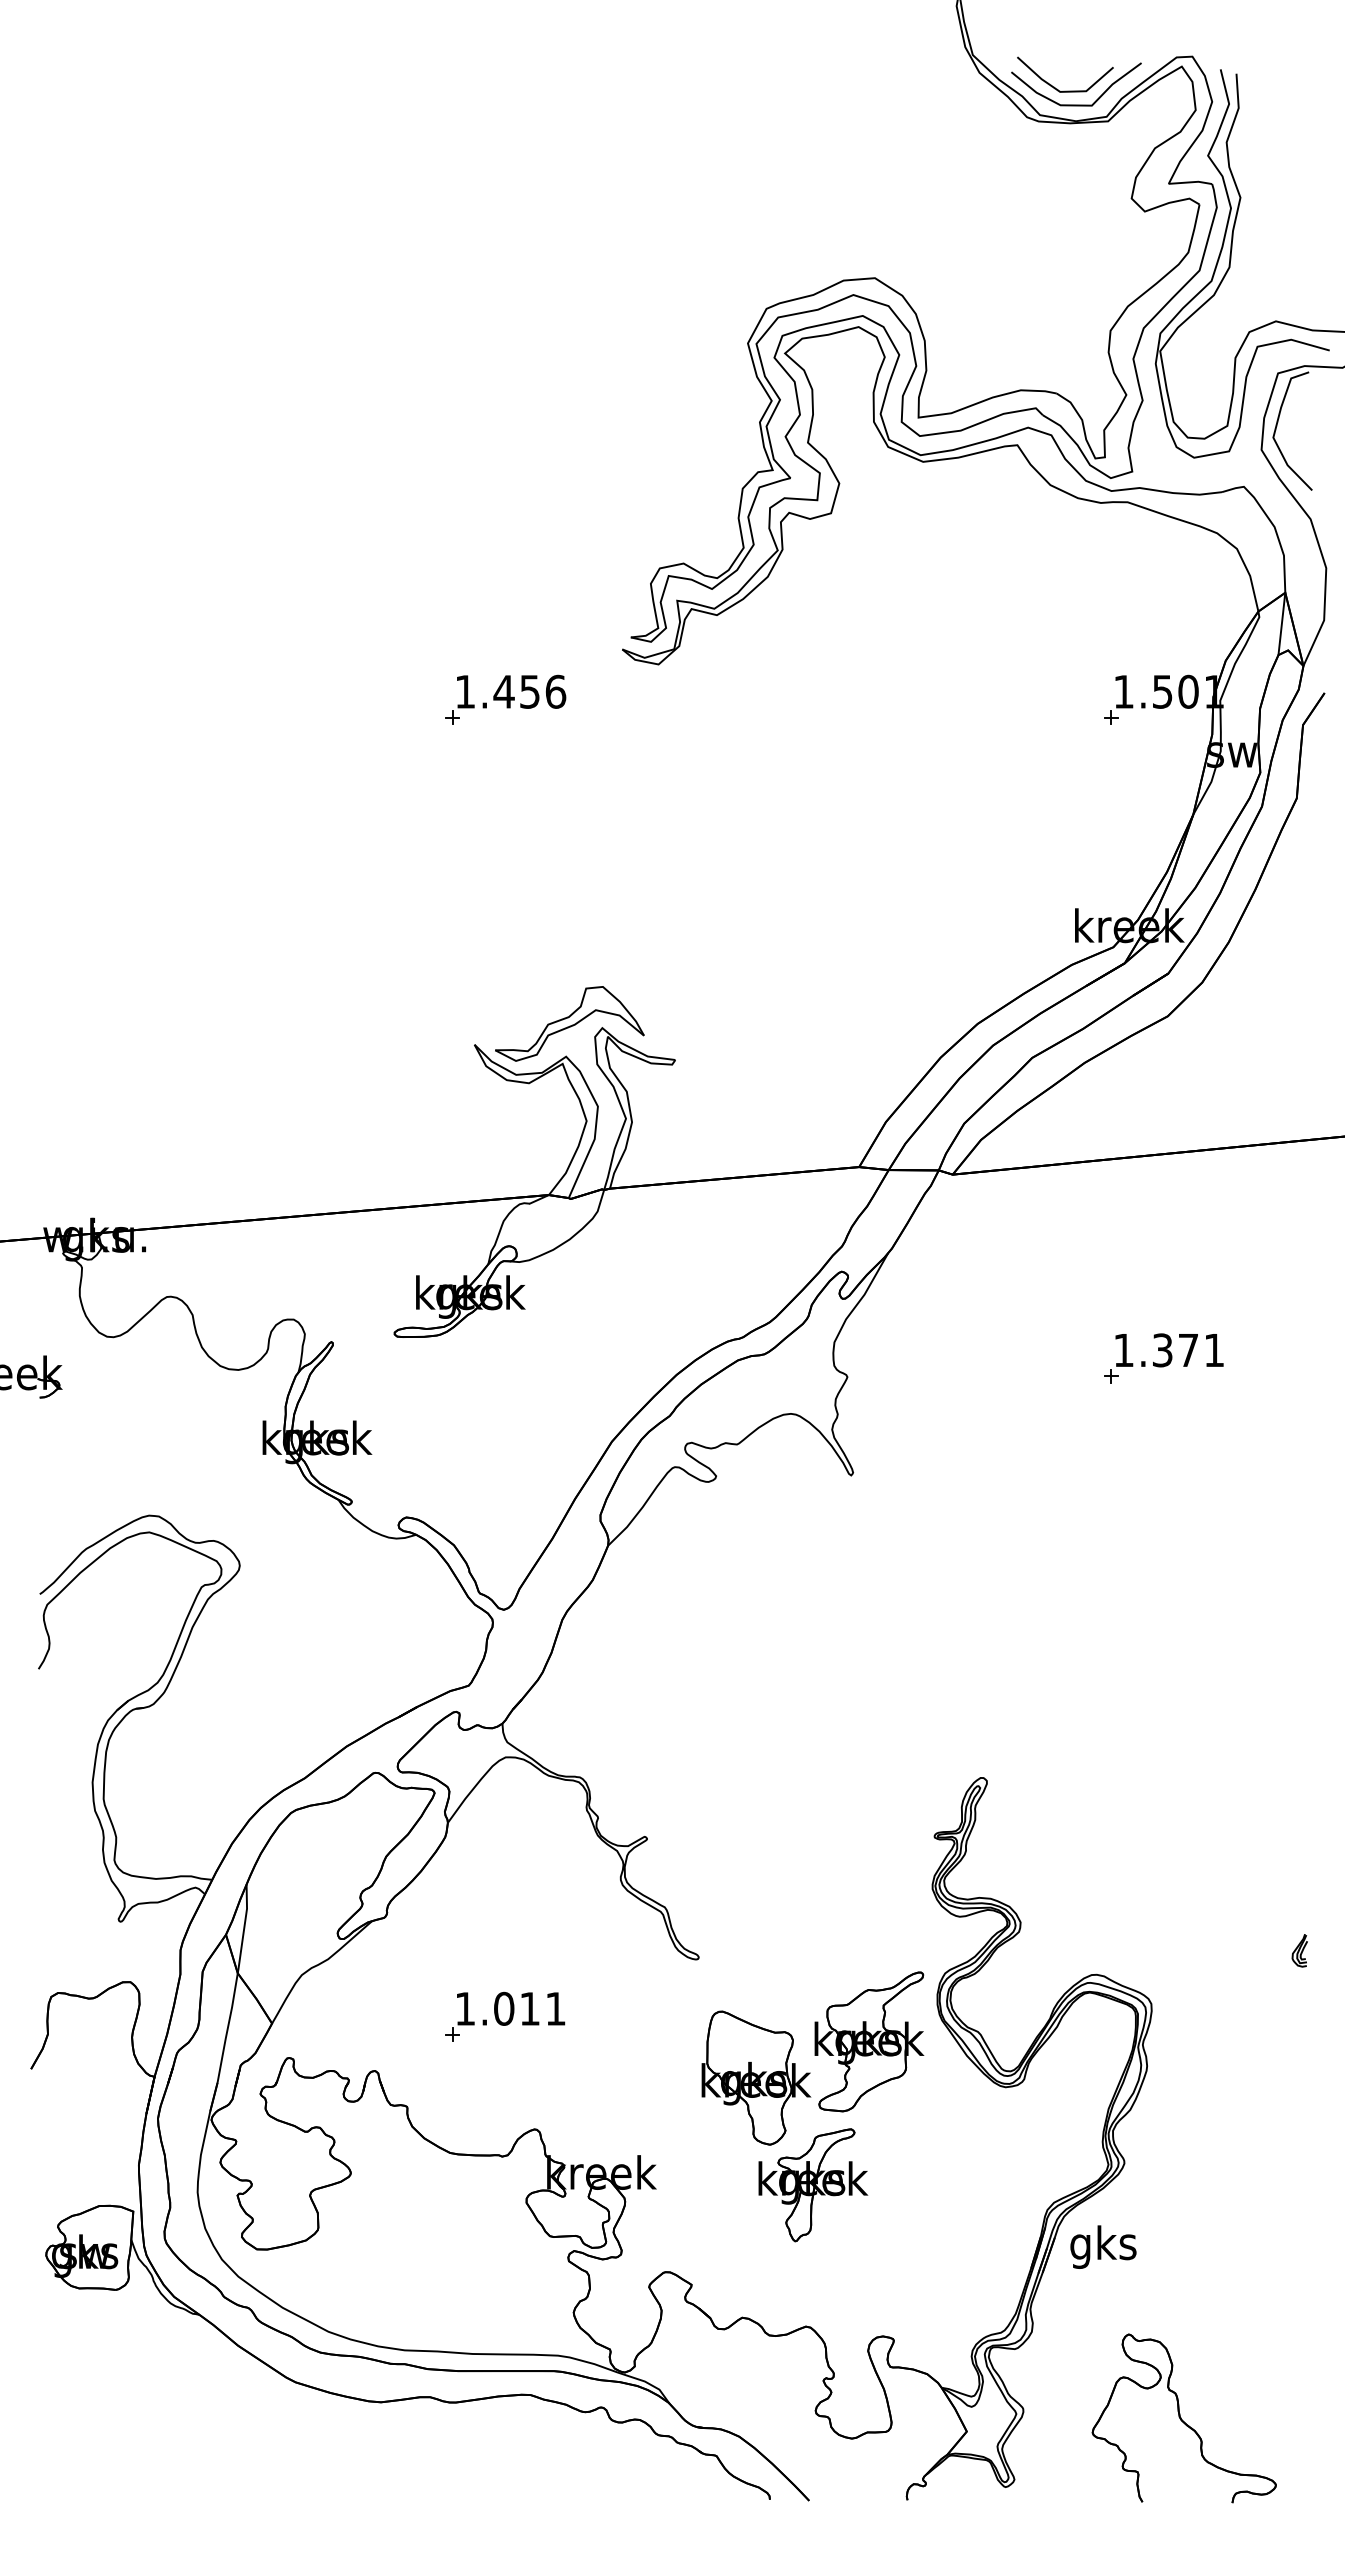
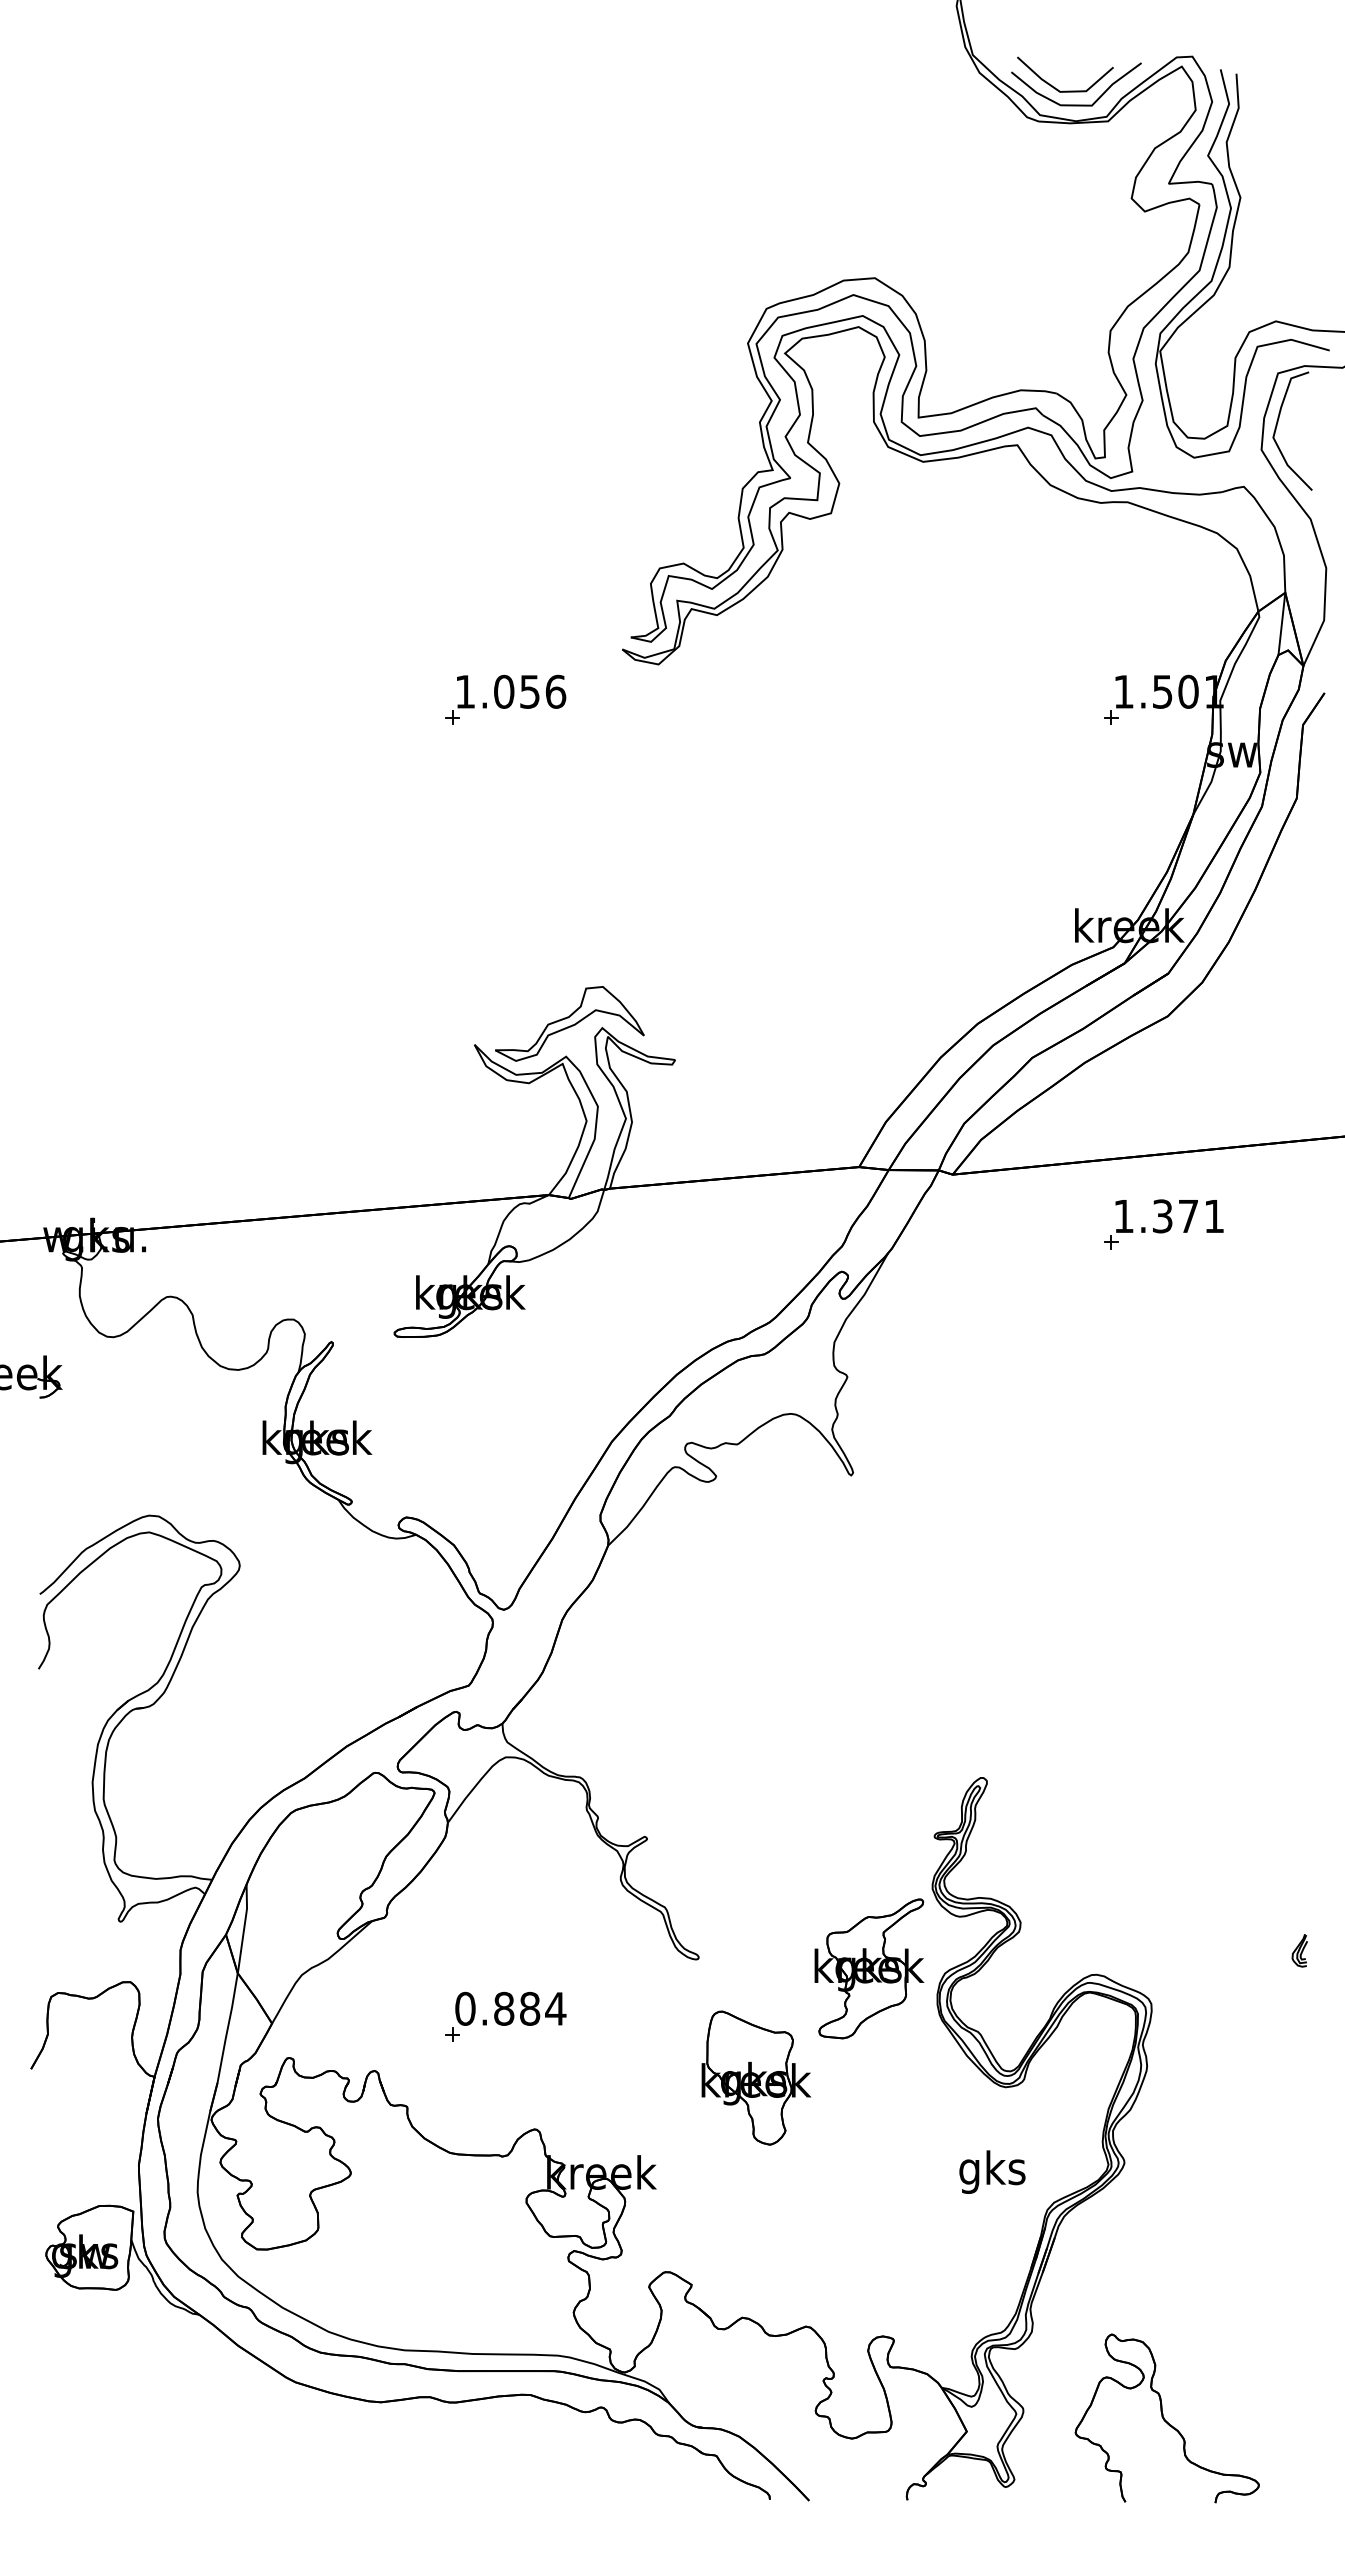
text at (503, 691): 1.456 -> 1.056
part at (1163, 1358) position: (1163, 1358) -> (1163, 1224)
text at (510, 2008): 1.011 -> 0.884
part at (869, 2041) position: (869, 2041) -> (869, 1968)
part at (813, 2185): present -> none
text at (1103, 2246) position: (1103, 2246) -> (992, 2171)
part at (1183, 2418) position: (1183, 2418) -> (1166, 2418)
